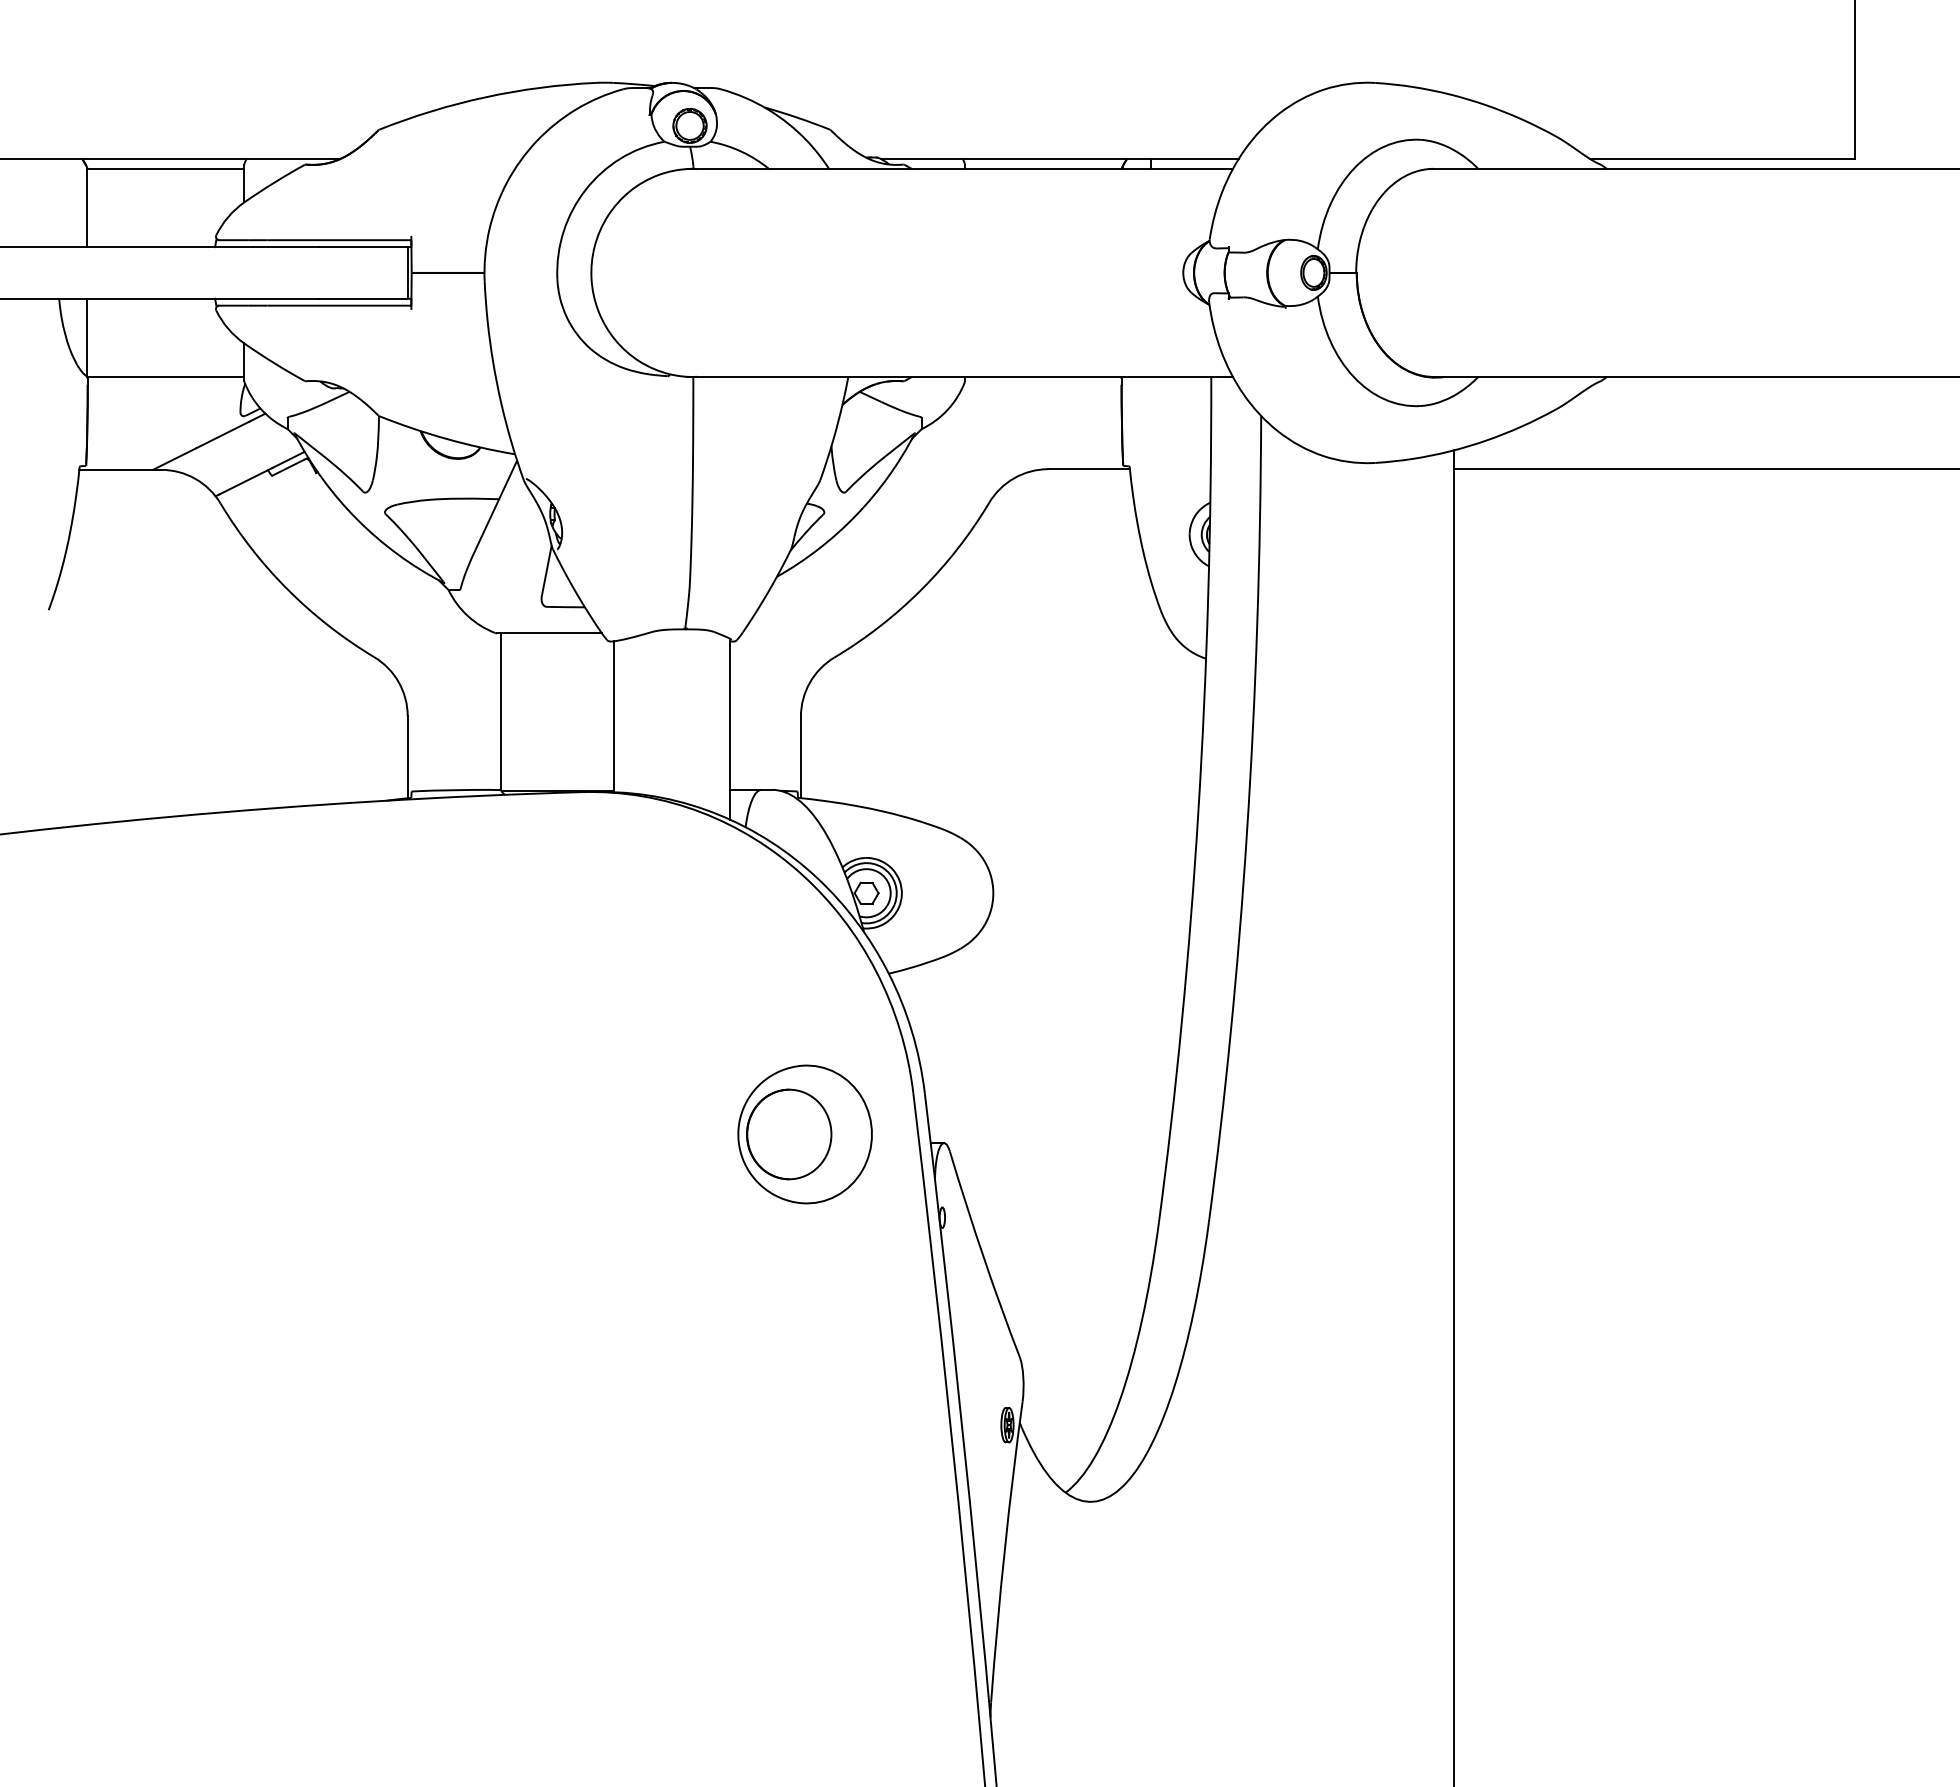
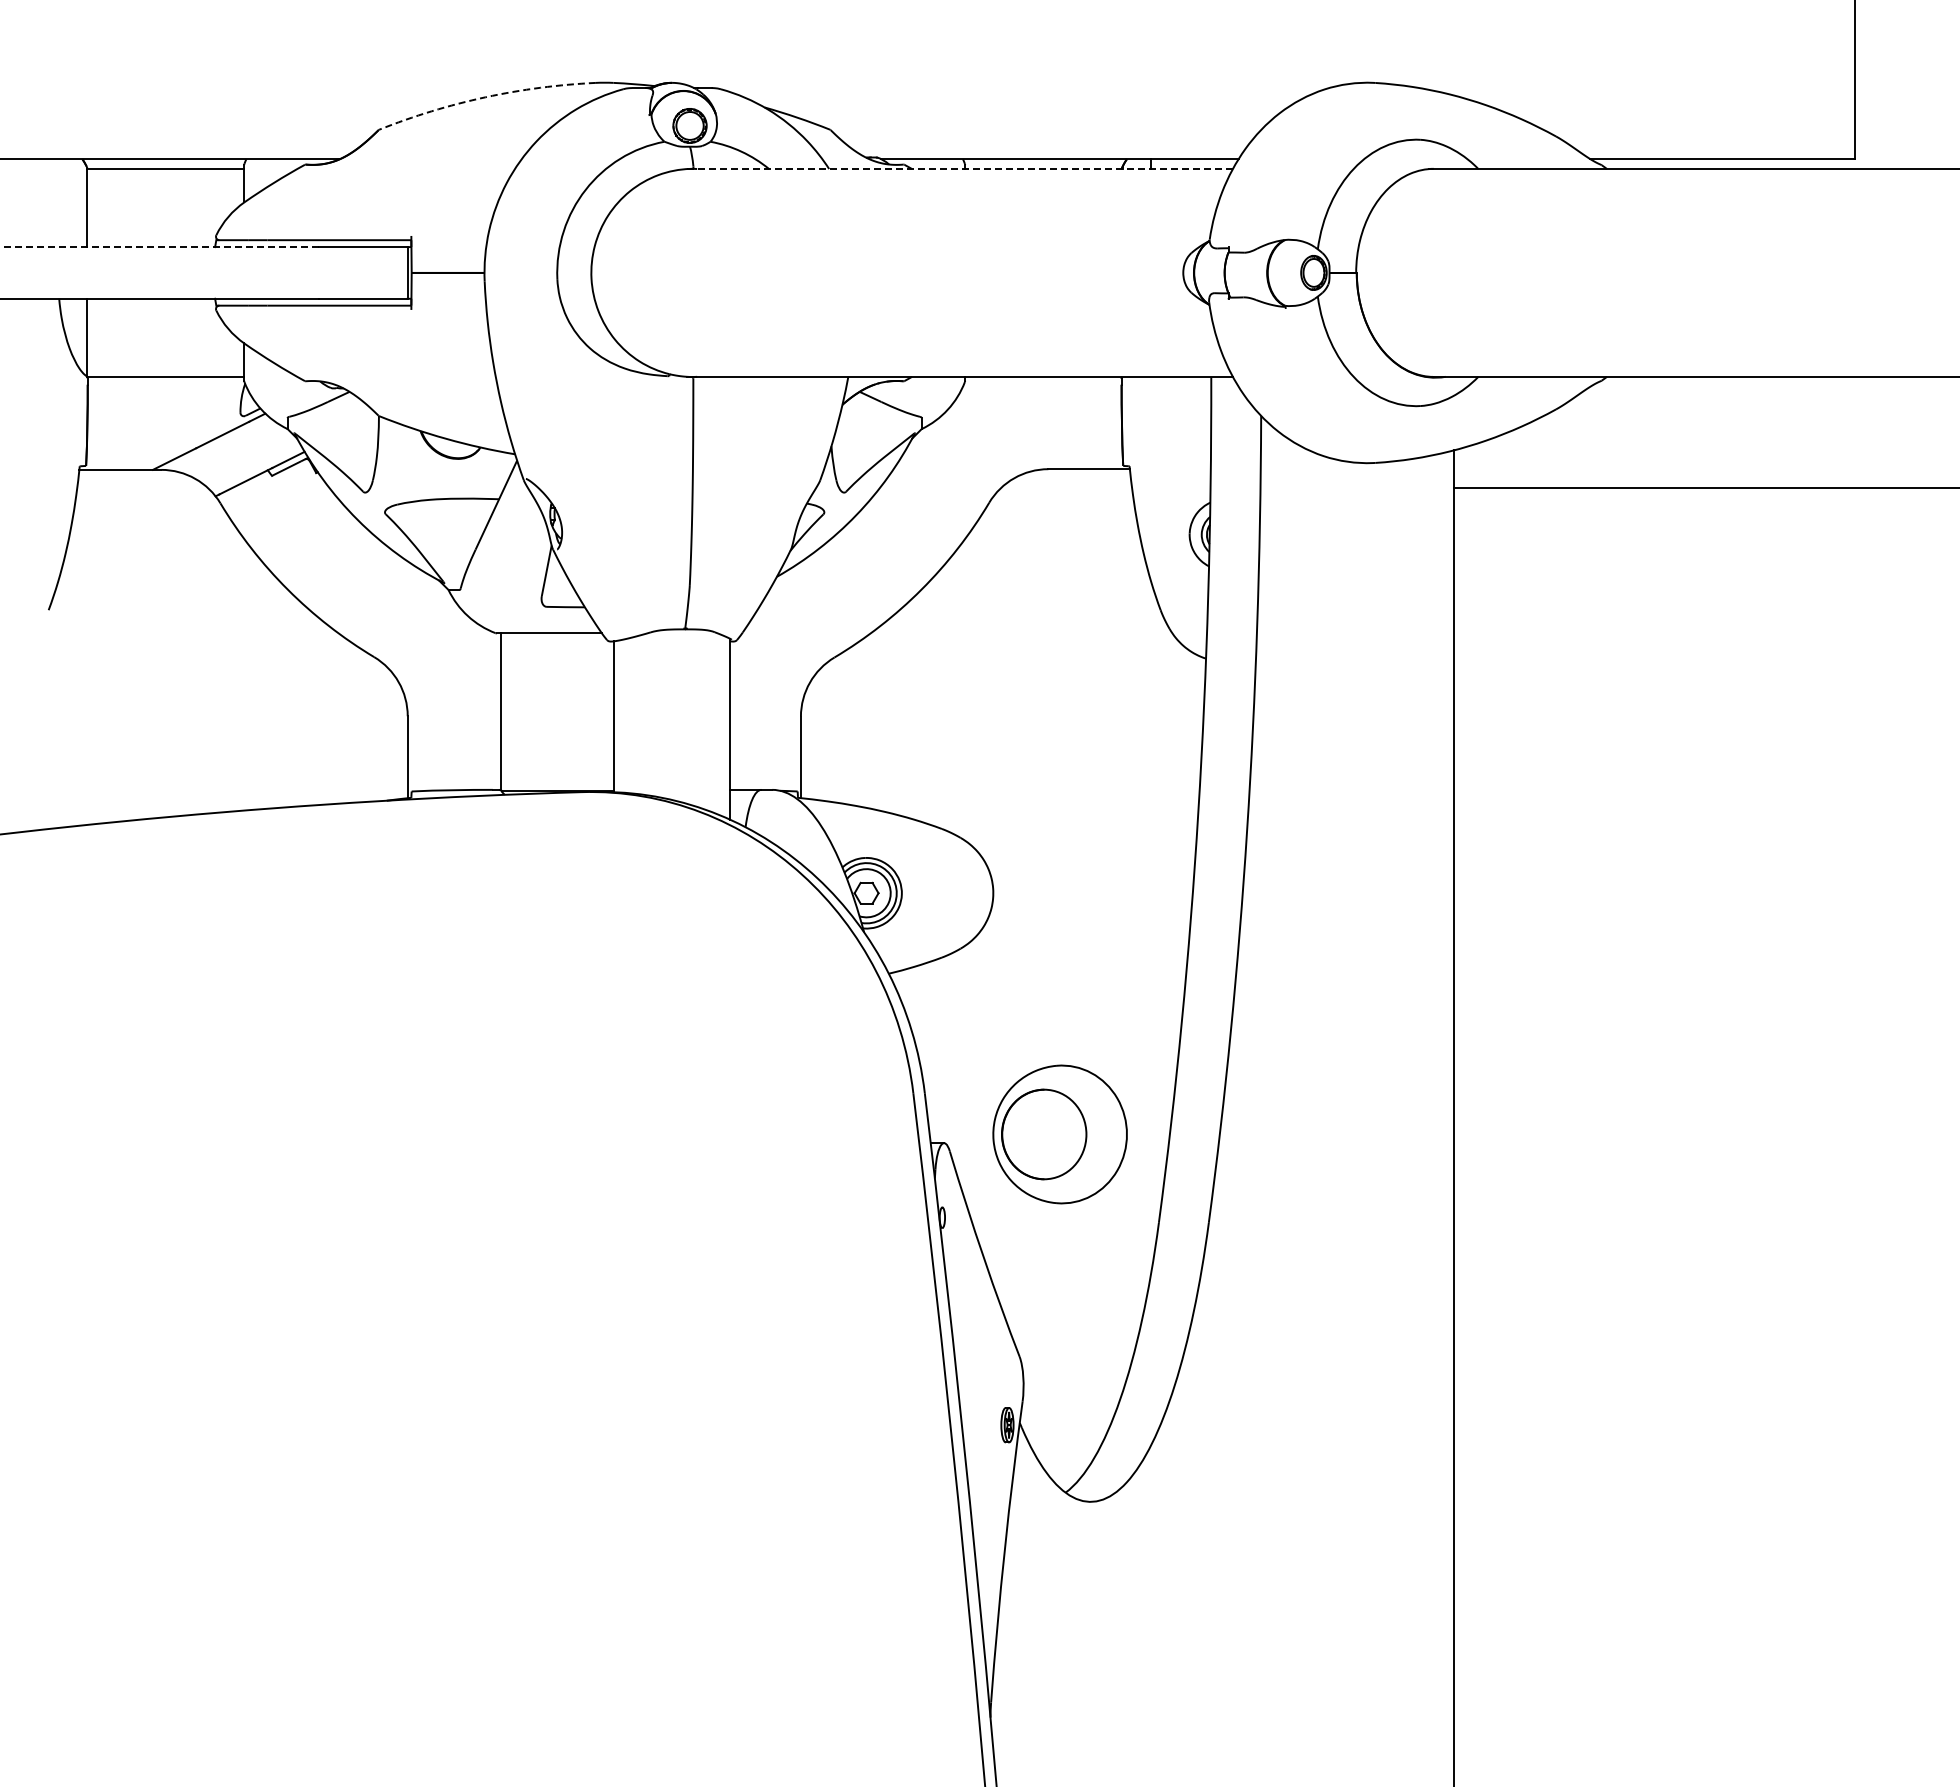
arc at (485, 97): solid -> dashed
line at (960, 169): solid -> dashed
line at (159, 247): solid -> dashed
line at (1705, 469) position: (1705, 469) -> (1705, 488)
part at (804, 1134) position: (804, 1134) -> (1059, 1134)
